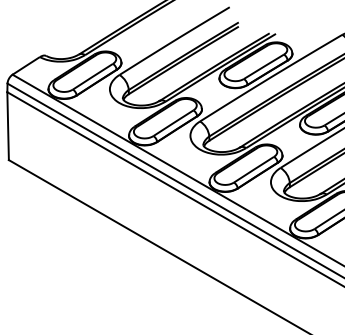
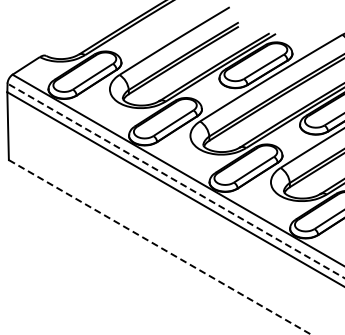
line at (175, 180): solid -> dashed
line at (160, 247): solid -> dashed
